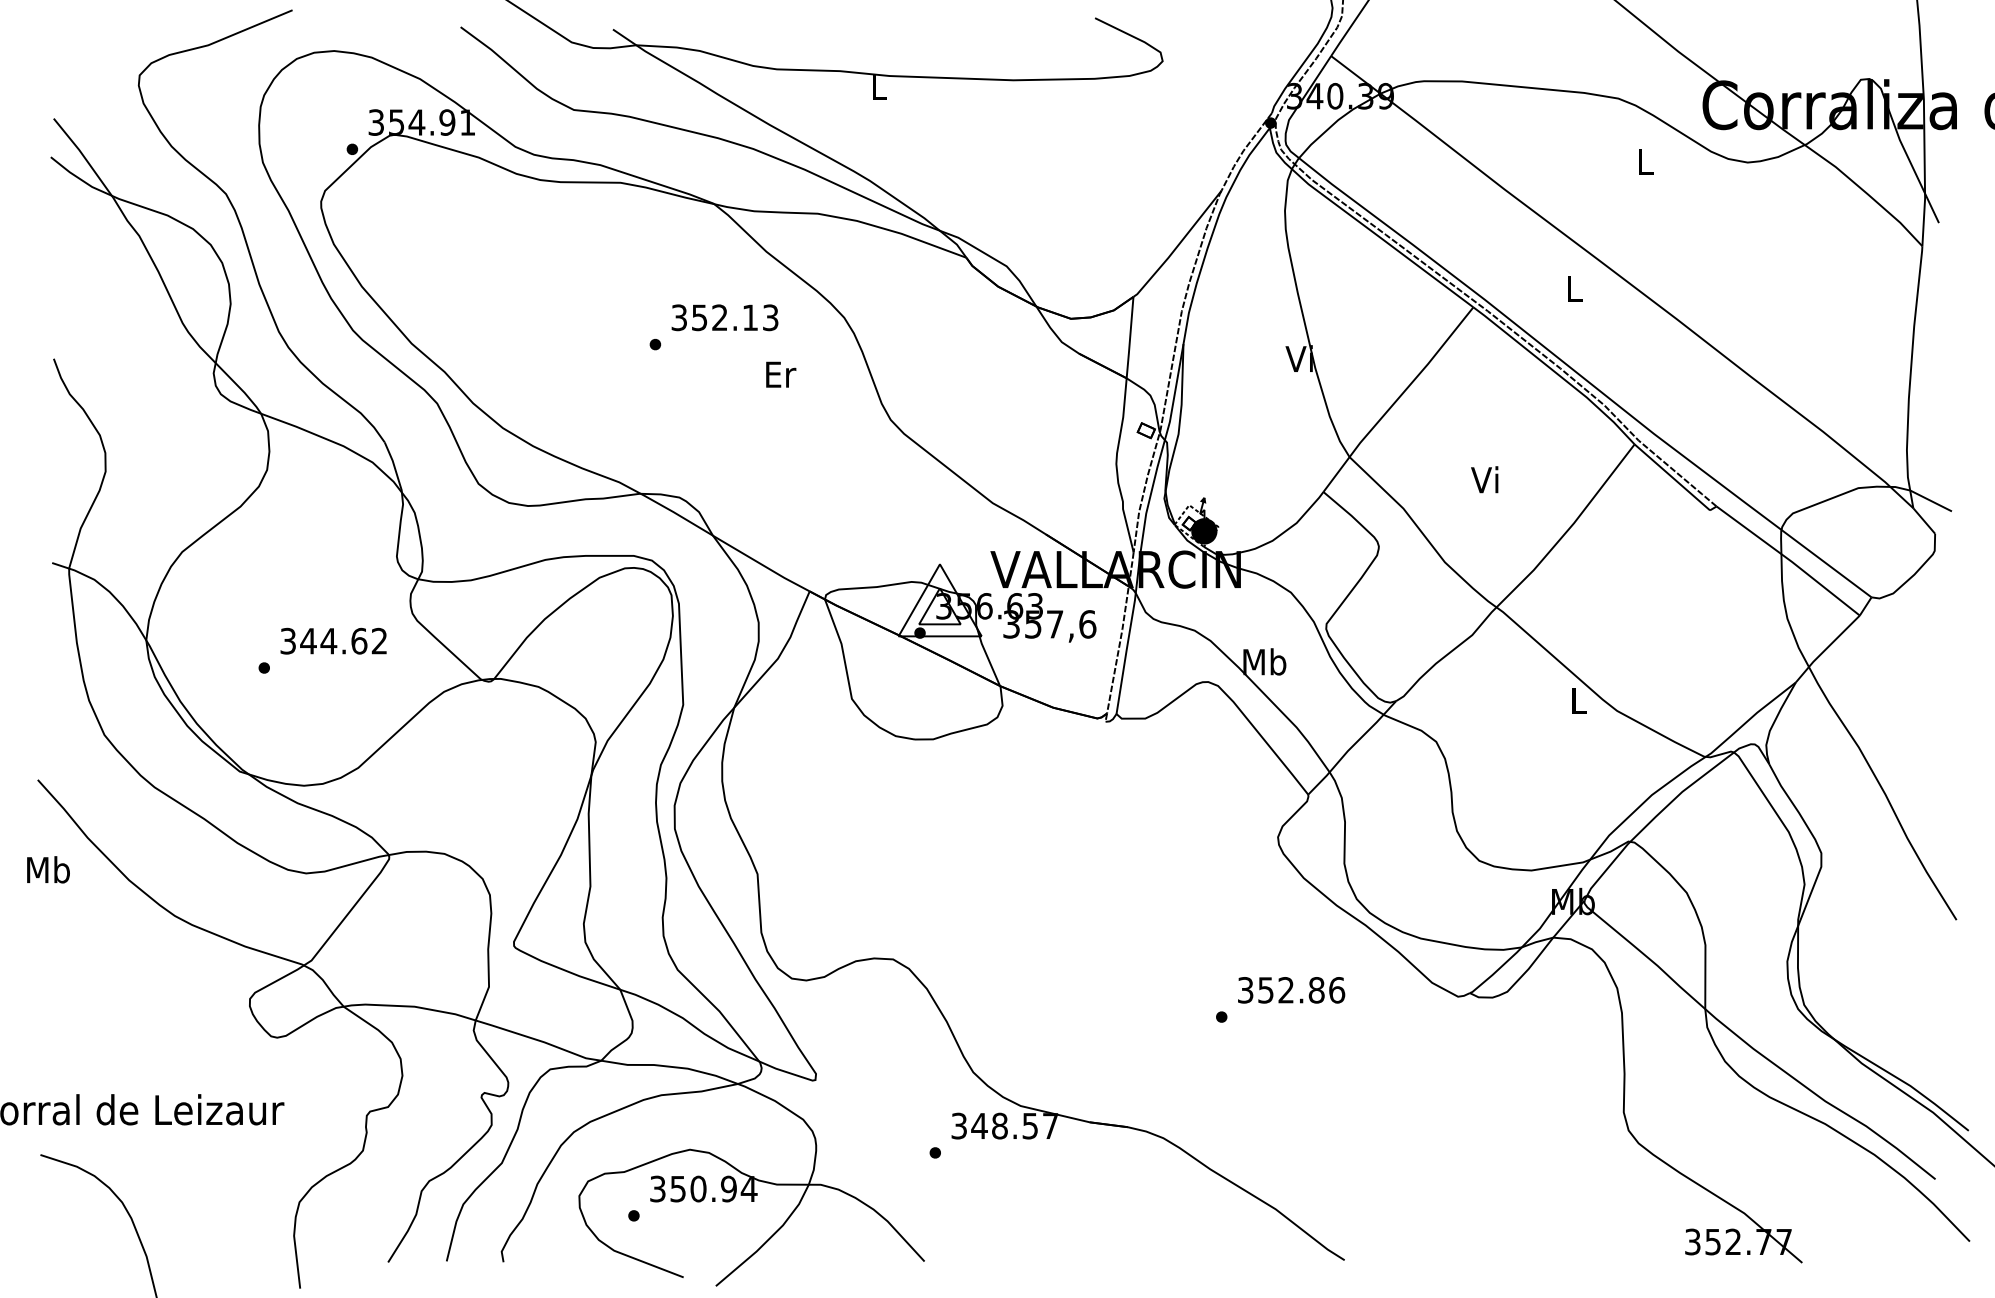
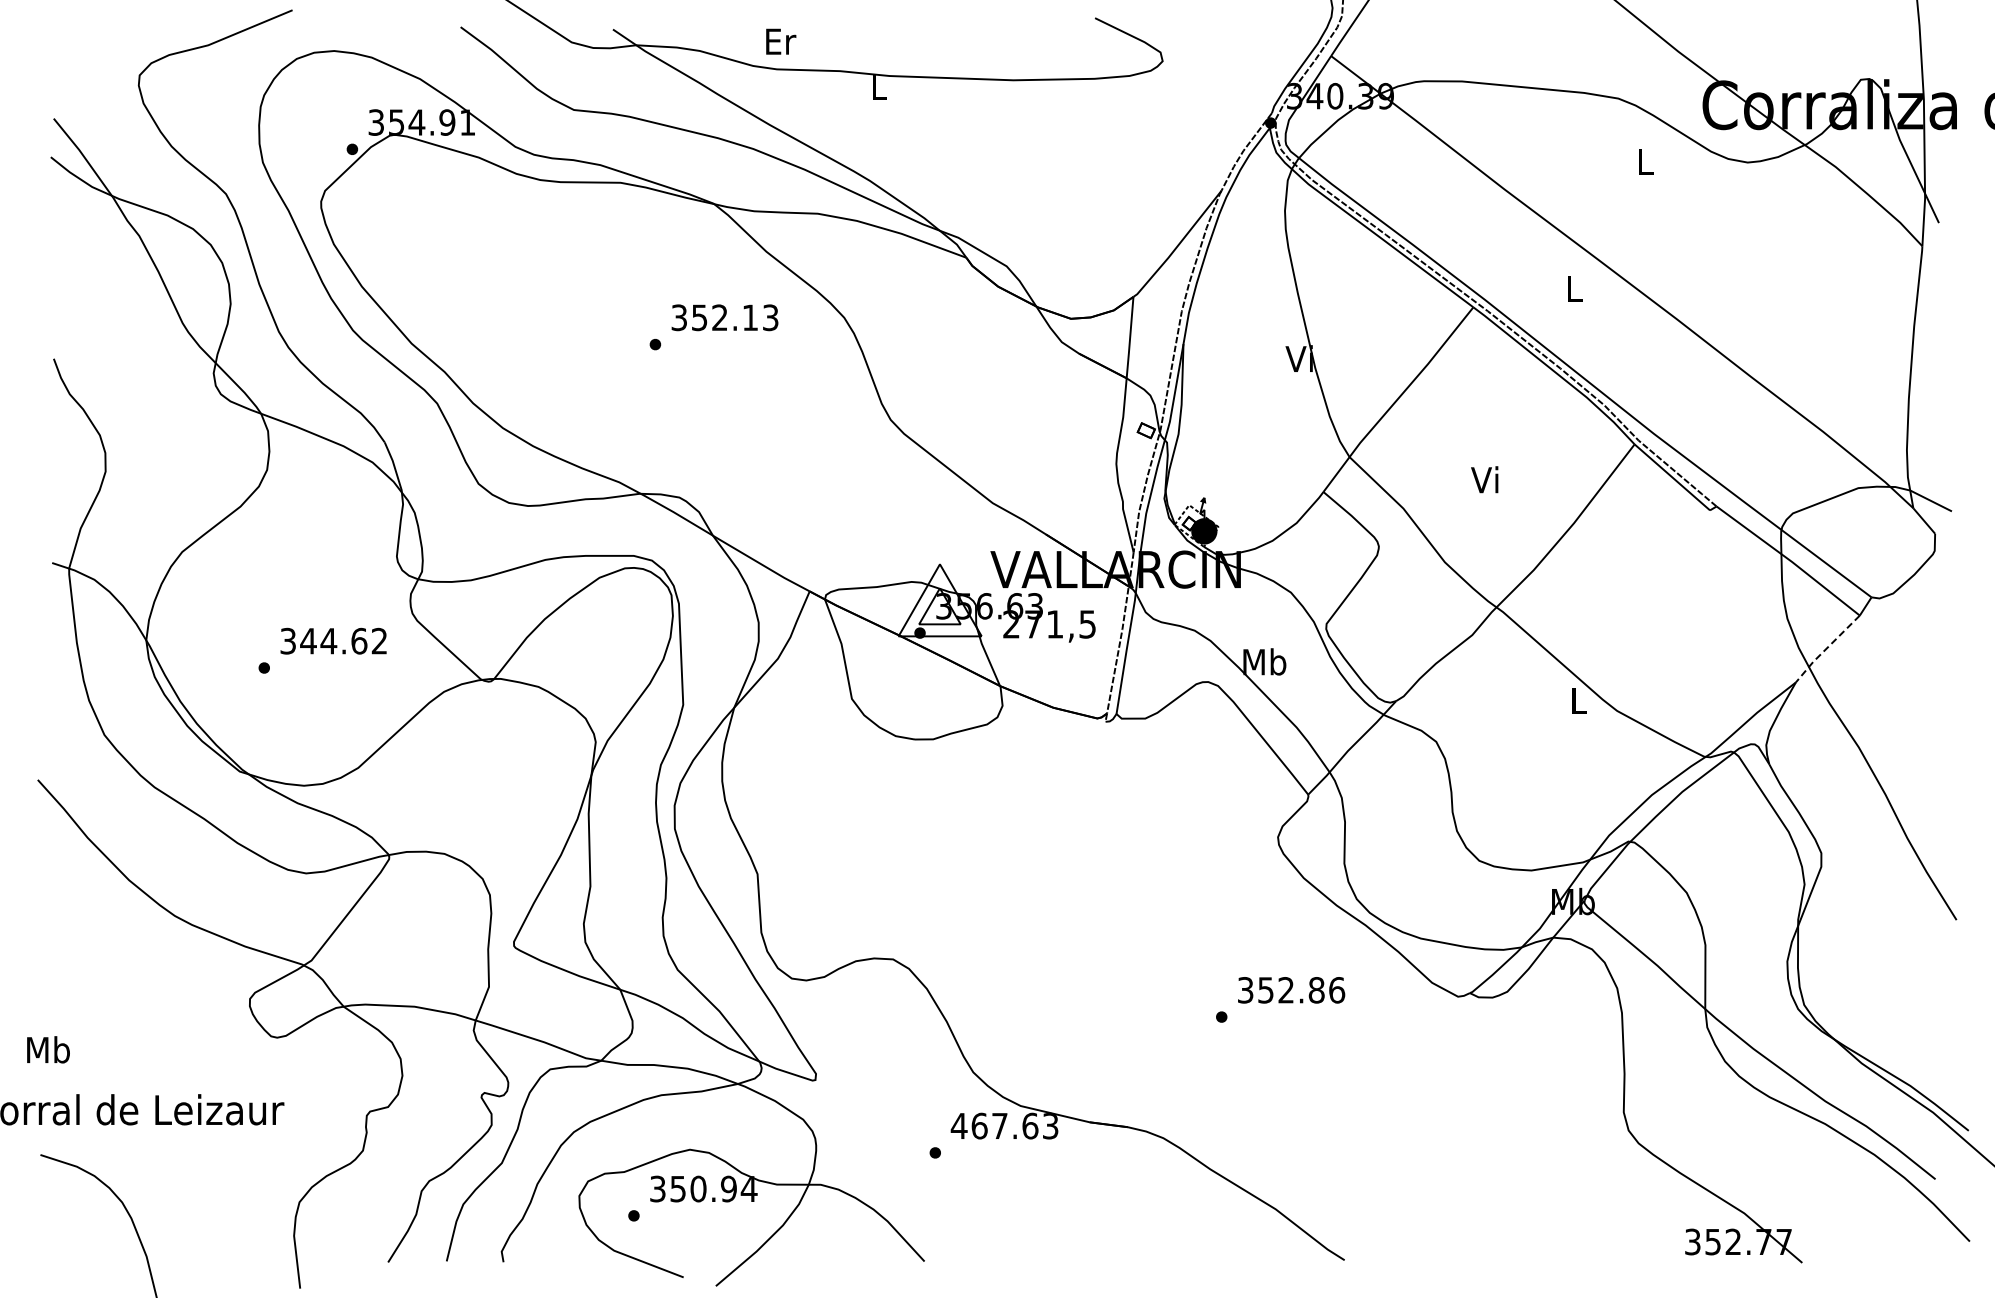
text at (781, 374) position: (781, 374) -> (781, 41)
text at (1049, 624): 357,6 -> 271,5
line at (1826, 649): solid -> dashed
text at (48, 869) position: (48, 869) -> (48, 1049)
text at (1004, 1125): 348.57 -> 467.63
